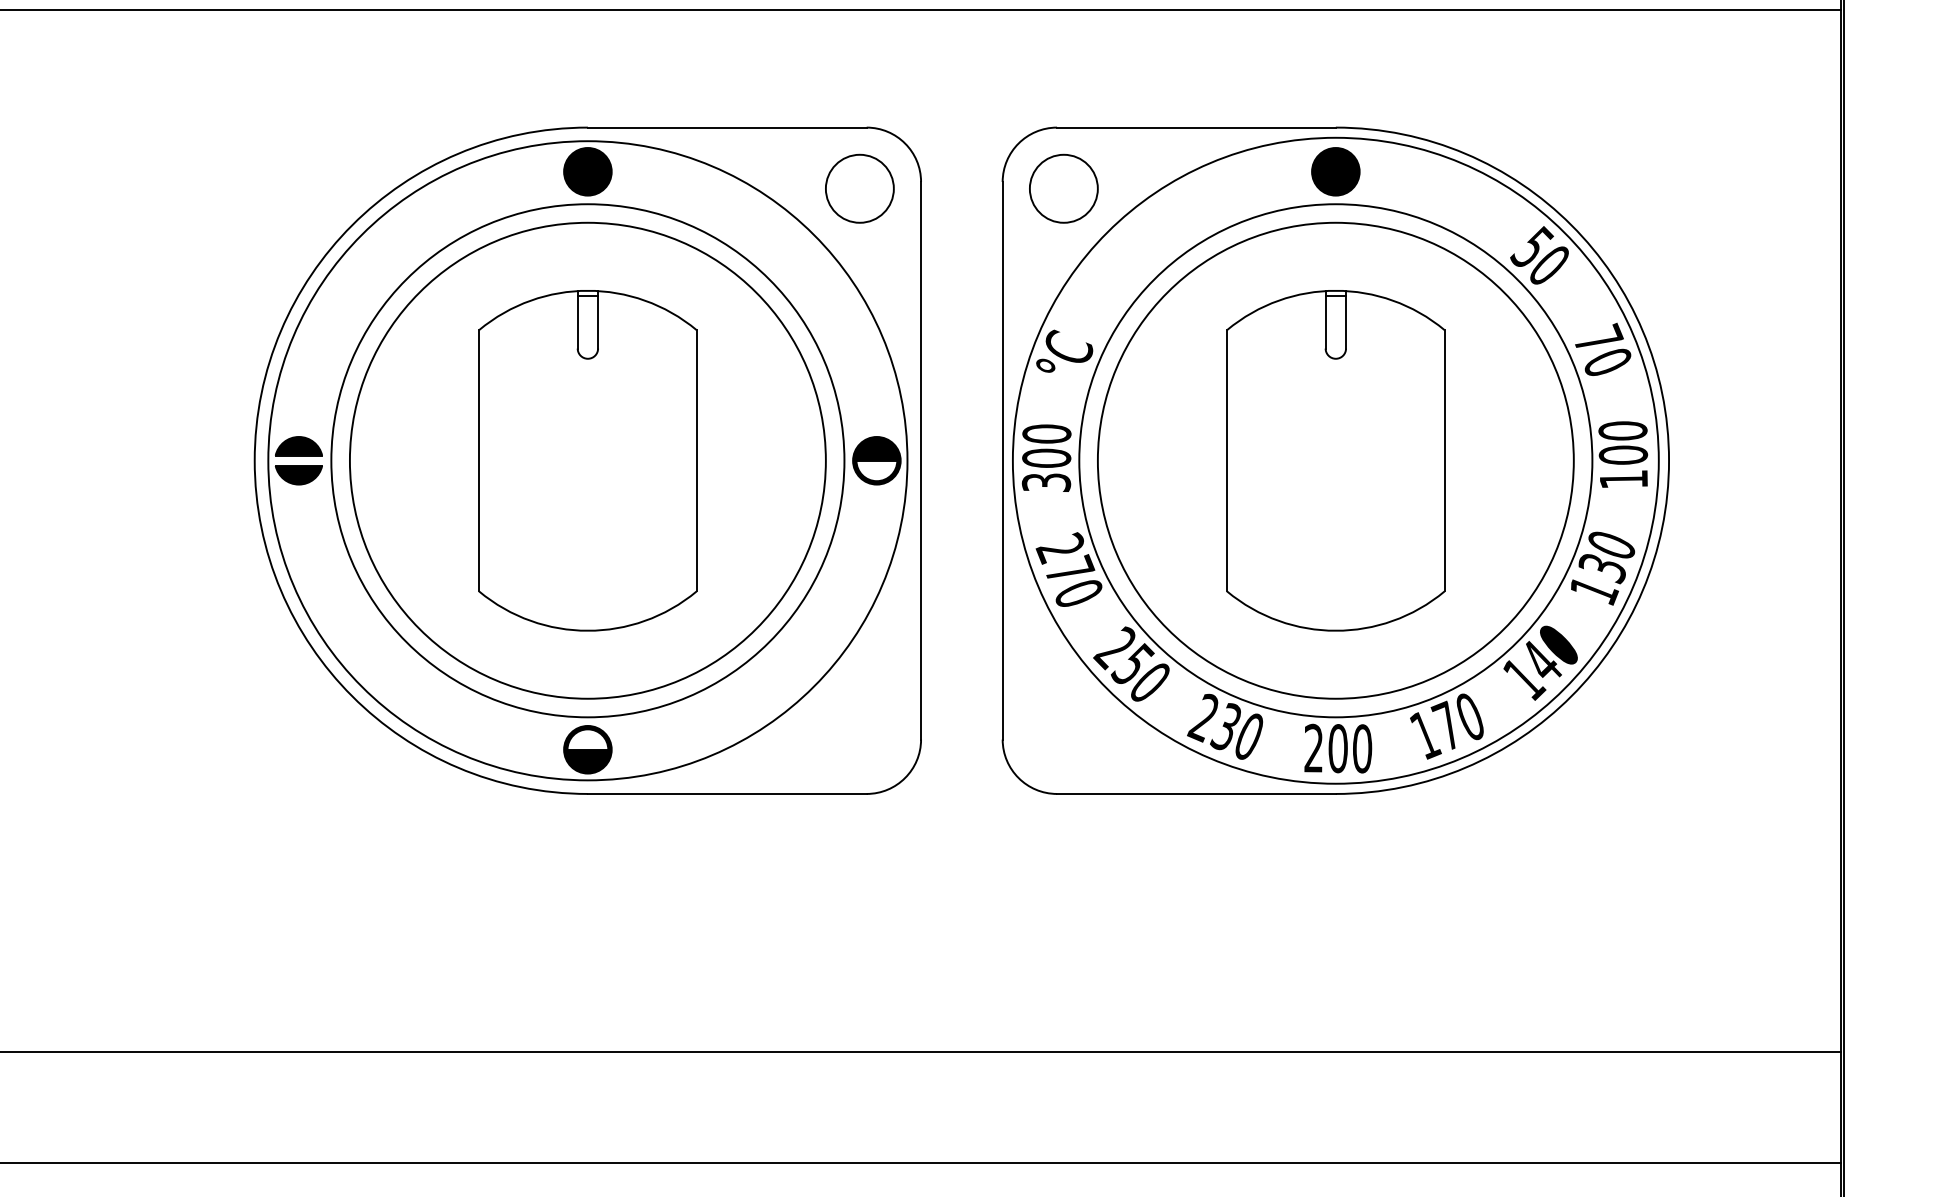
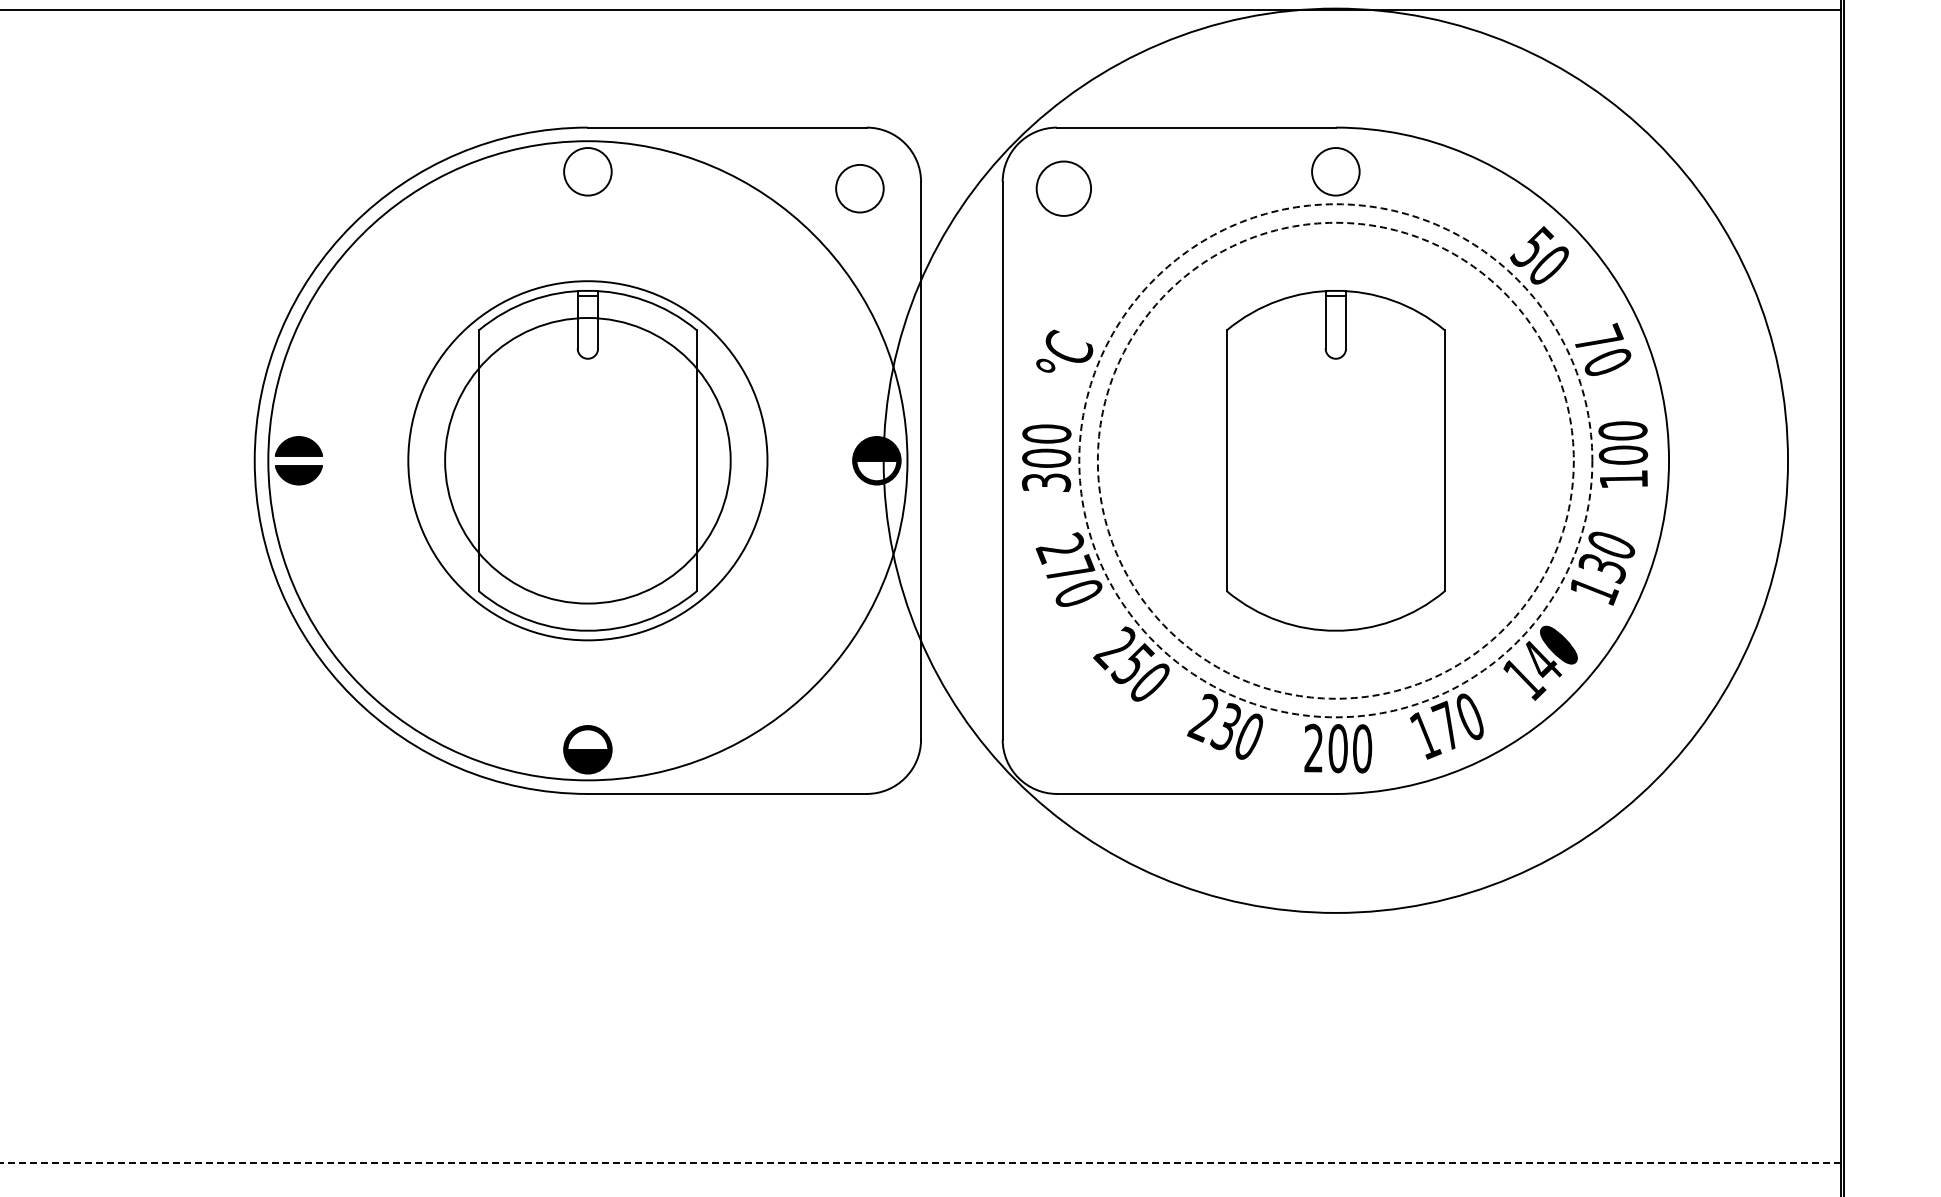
fill at (587, 171): present -> none
fill at (1335, 171): present -> none
circle at (859, 188) size: 70x71 px -> 50x50 px
circle at (1063, 188) size: 70x71 px -> 57x57 px
circle at (587, 460) diameter: 476 px -> 286 px
circle at (587, 460) diameter: 513 px -> 359 px
circle at (1335, 460) diameter: 646 px -> 904 px
circle at (1335, 460): solid -> dashed
circle at (1335, 460): solid -> dashed
line at (921, 1051): present -> none
line at (920, 1163): solid -> dashed
